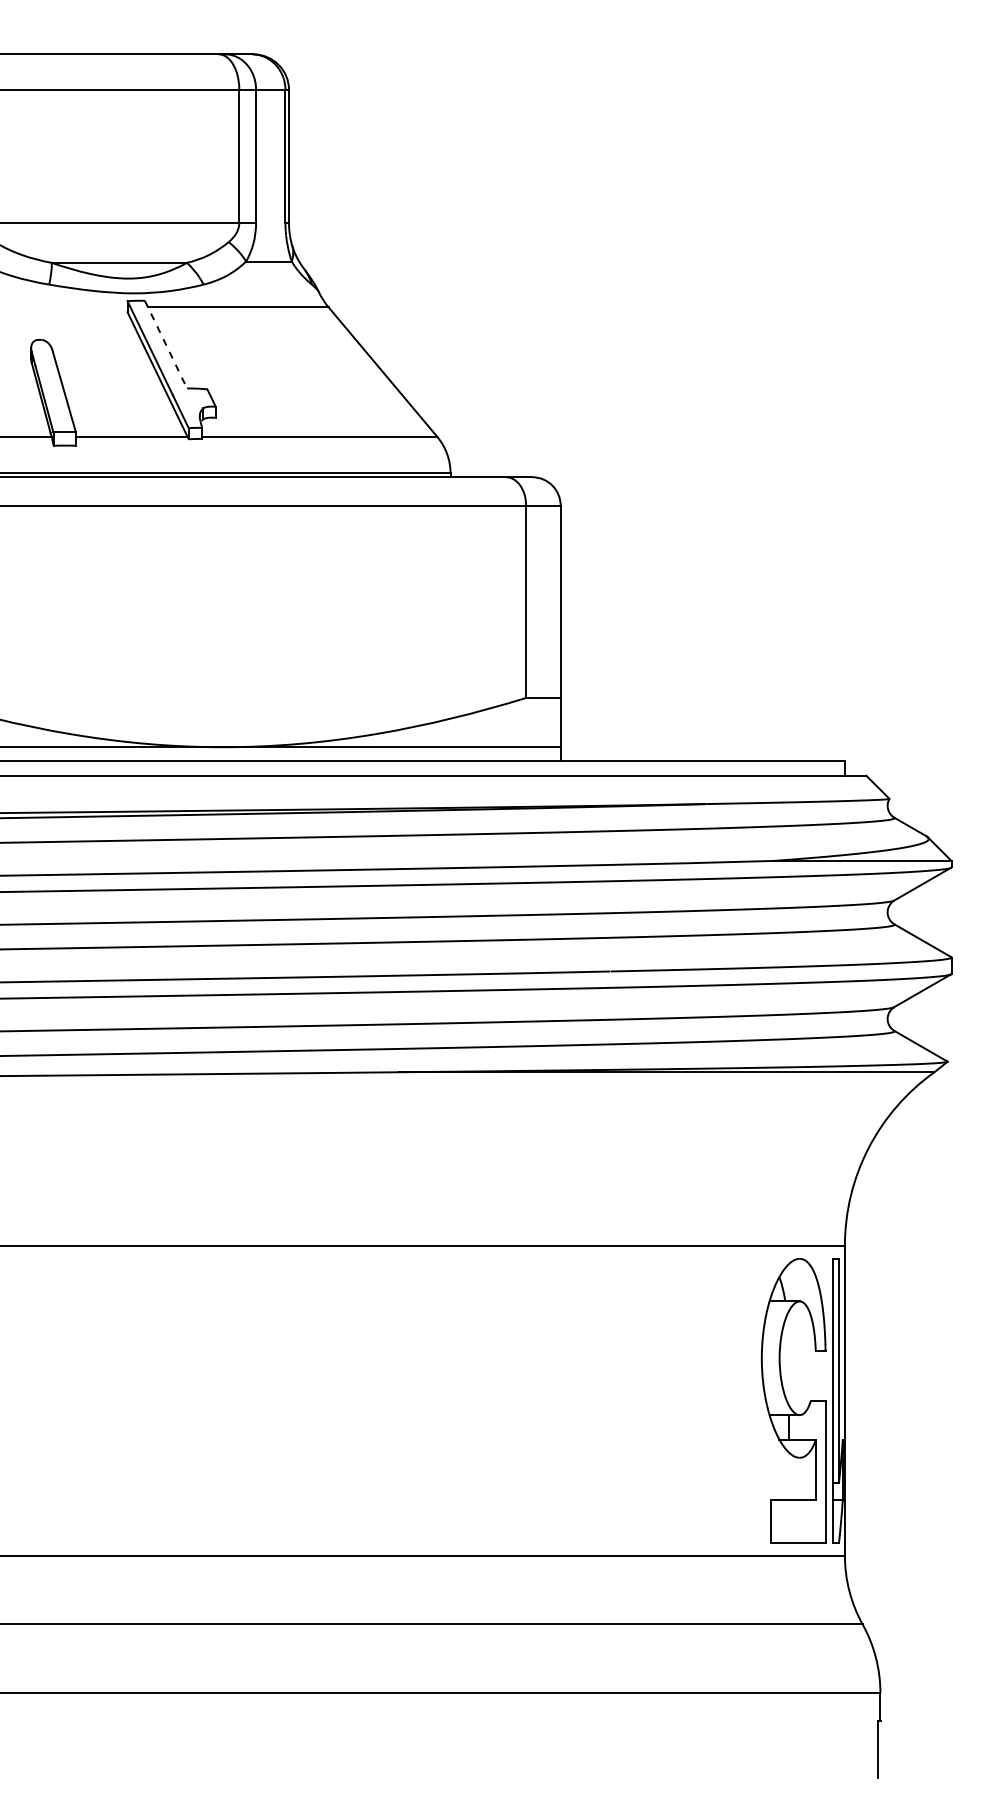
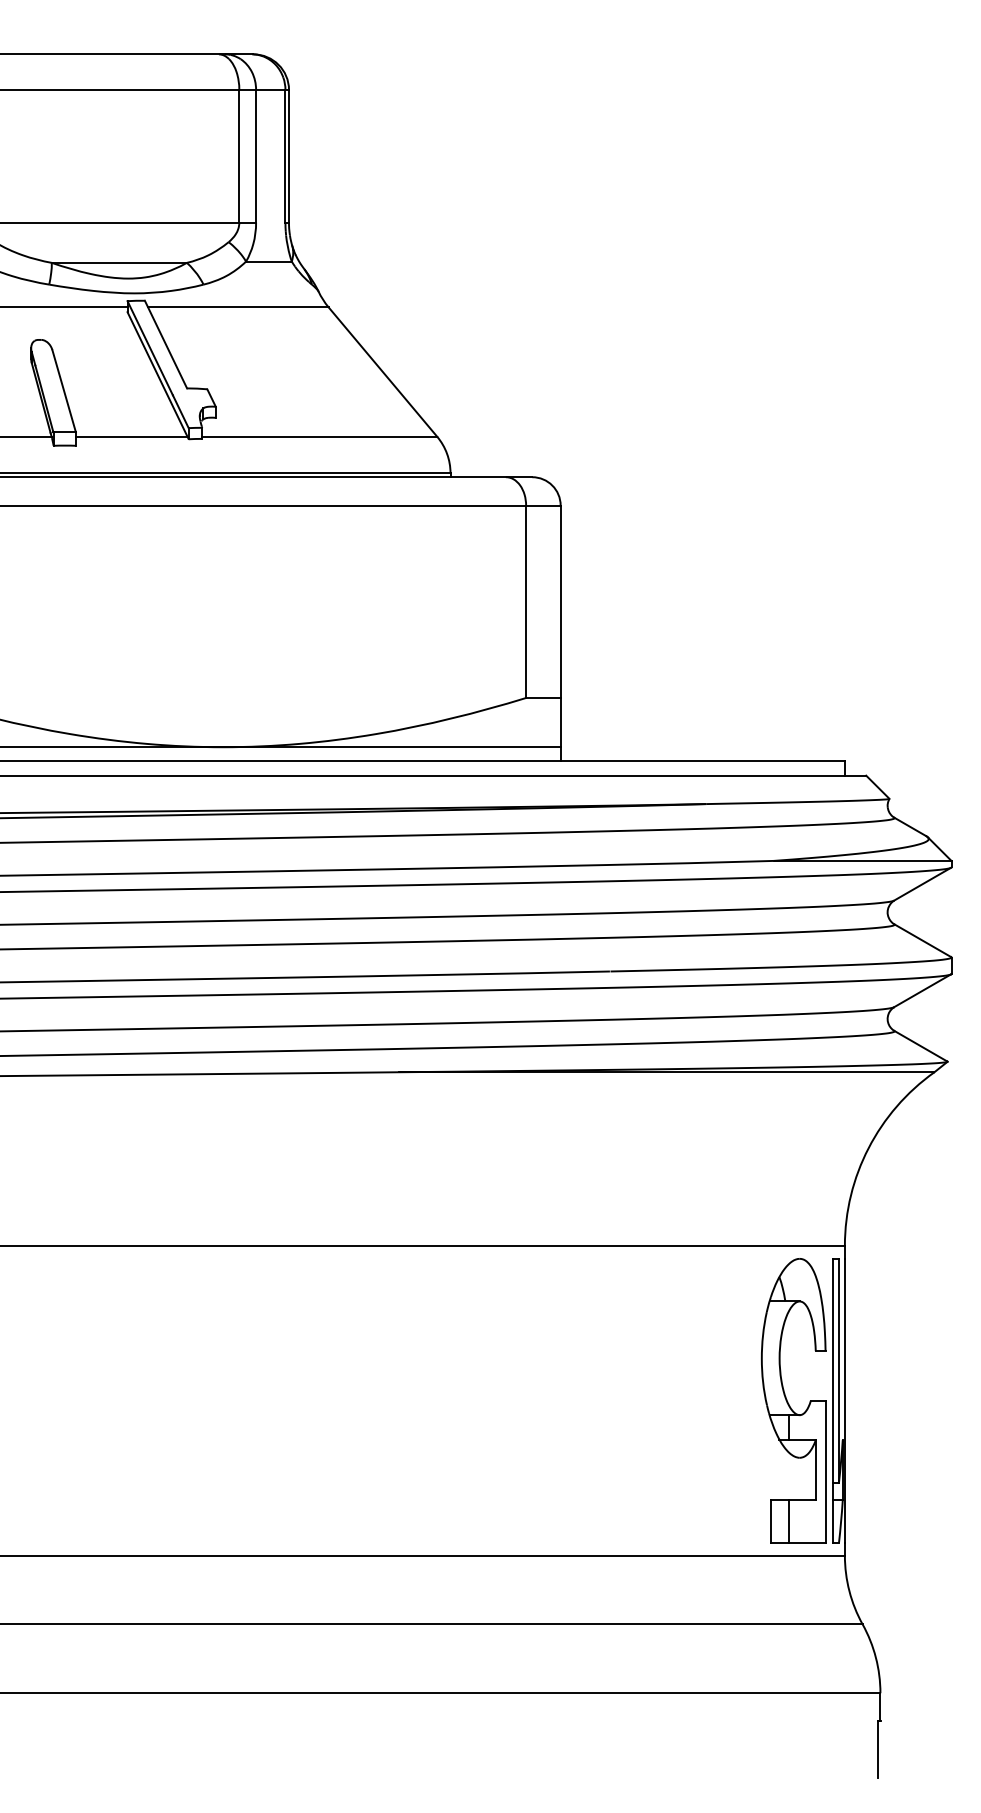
line at (64, 307): none -> present
line at (166, 344): dashed -> solid
line at (789, 1521): none -> present
